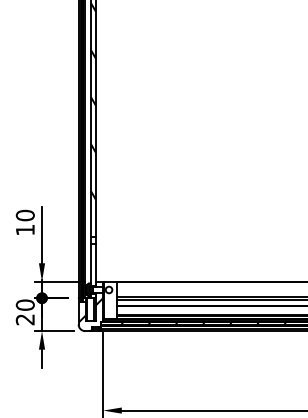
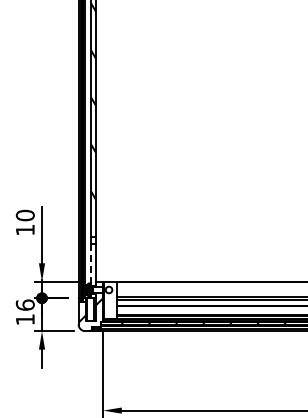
line at (90, 263): solid -> dashed
text at (24, 312): 20 -> 16
